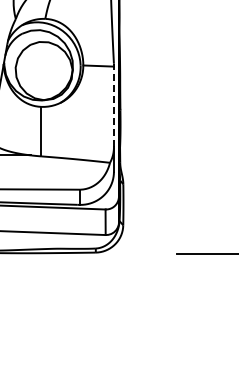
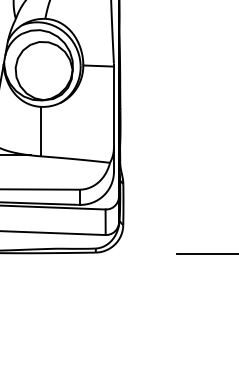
line at (113, 106): dashed -> solid
